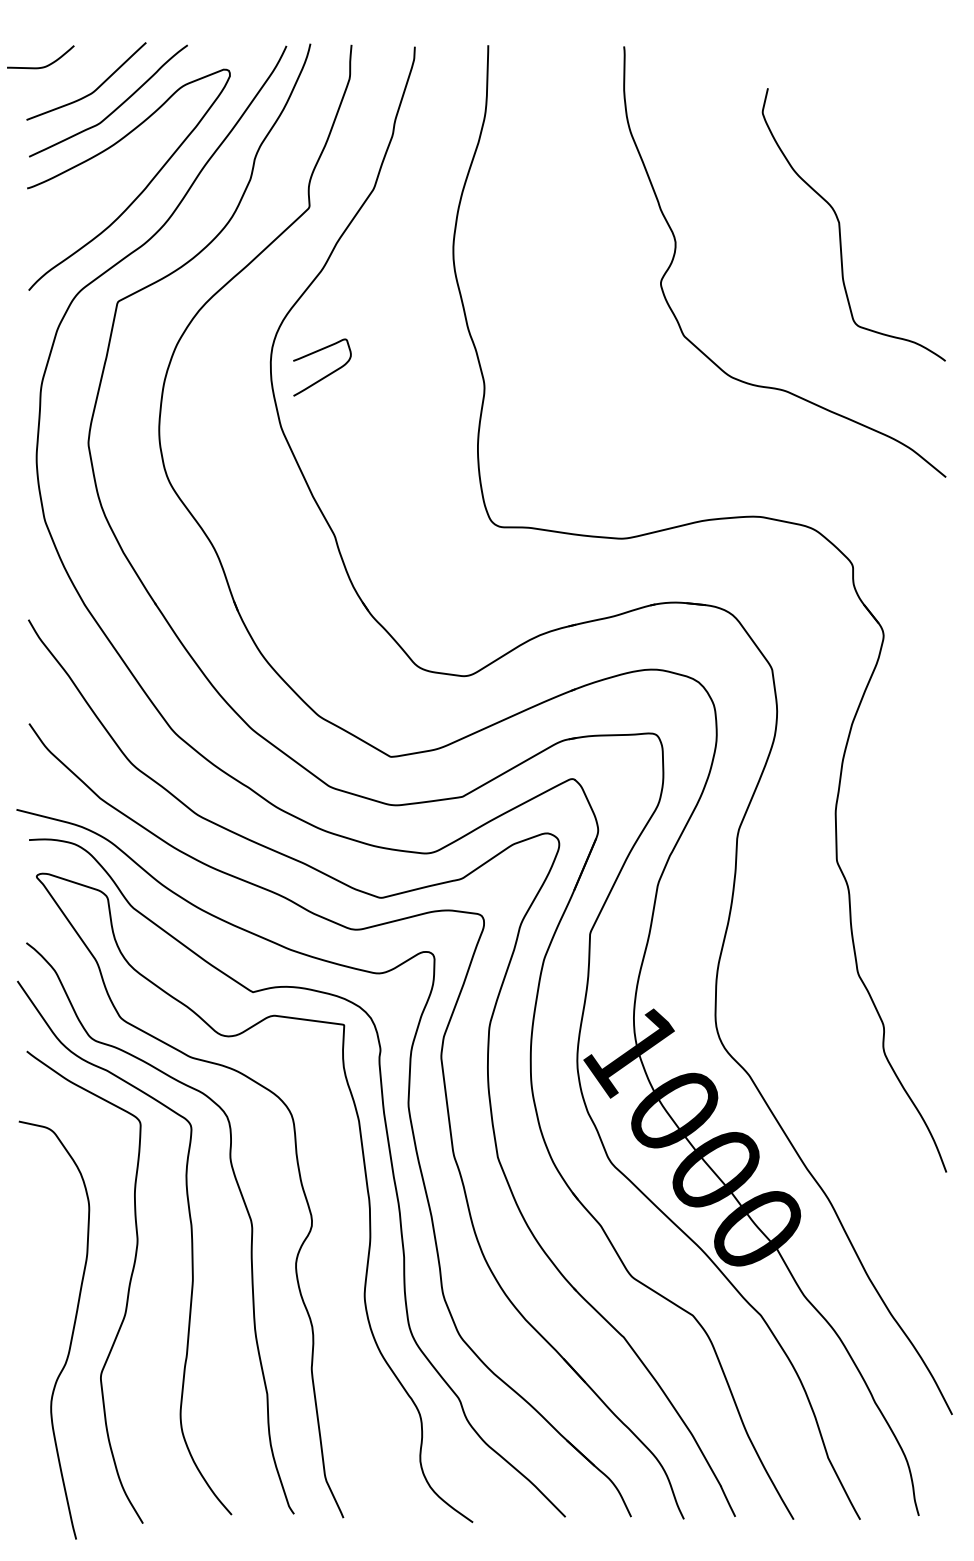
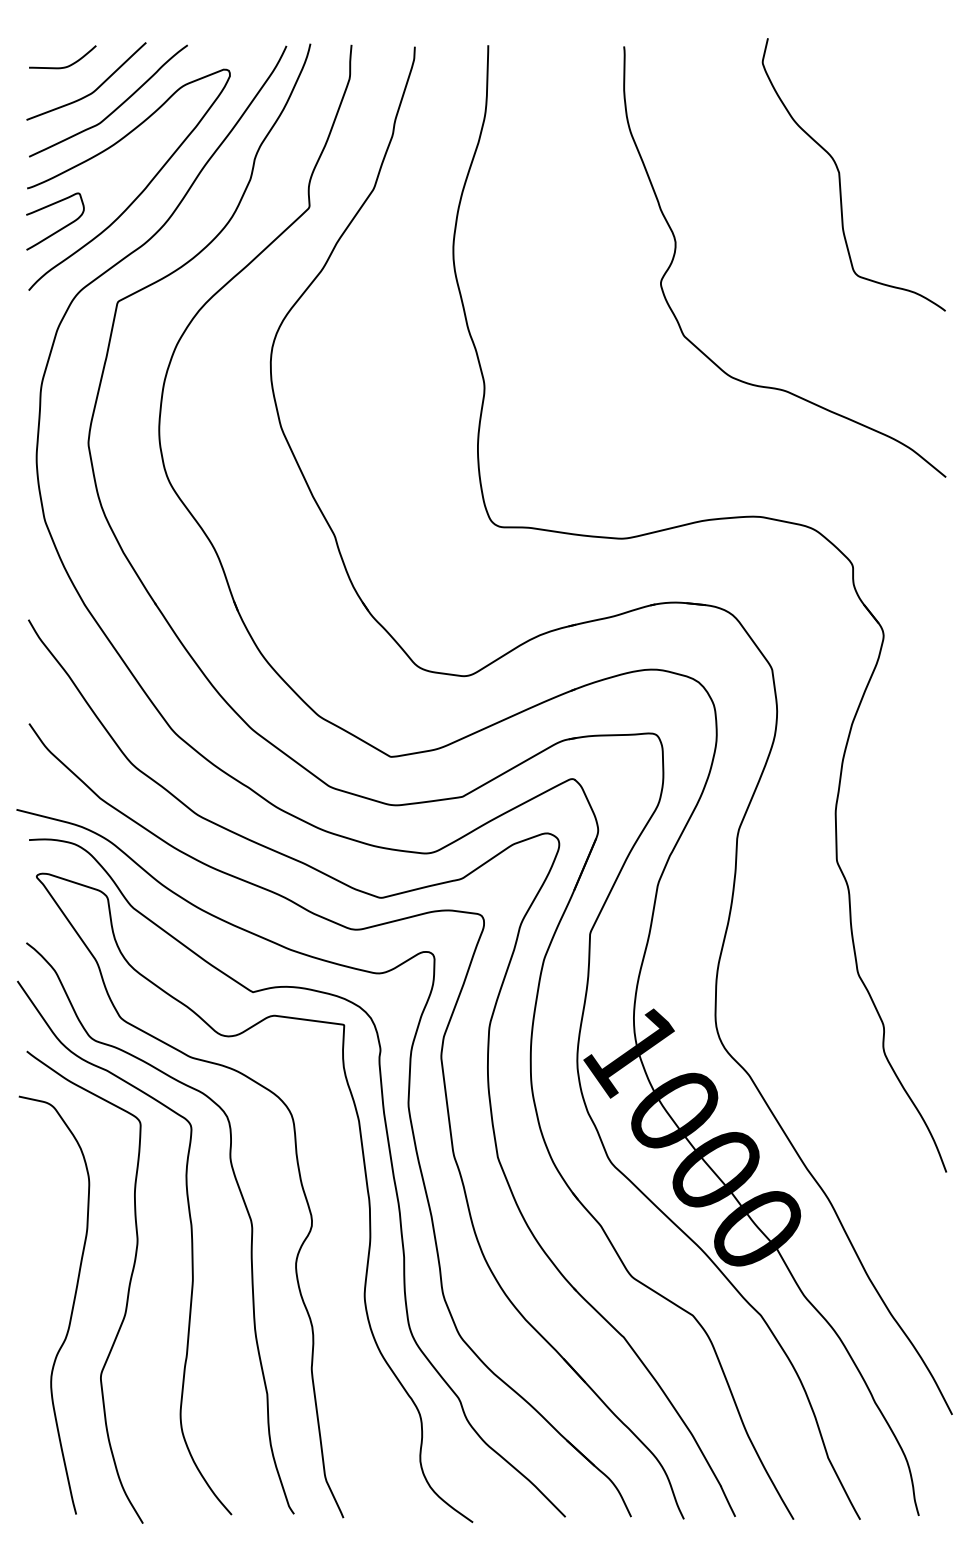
curve at (41, 66) position: (41, 66) -> (63, 66)
curve at (840, 224) position: (840, 224) -> (840, 174)
curve at (325, 375) position: (325, 375) -> (58, 229)
curve at (71, 1334) position: (71, 1334) -> (71, 1309)
